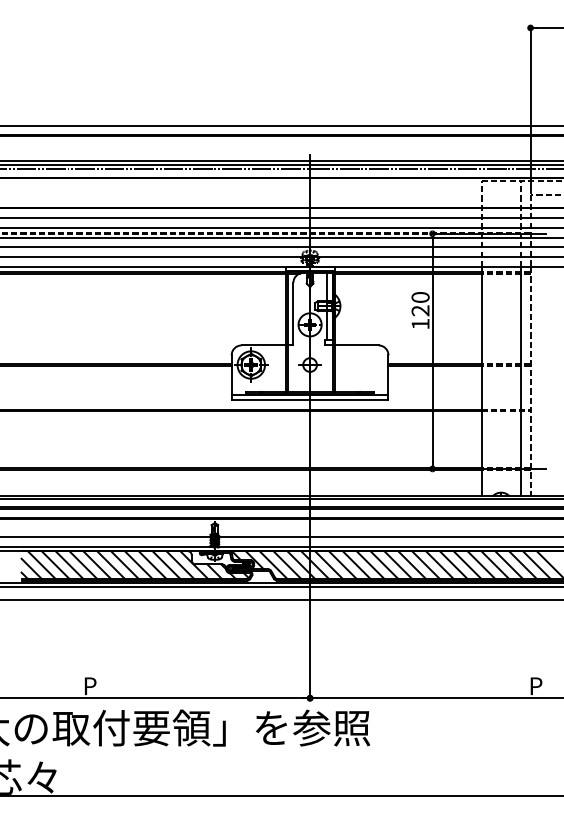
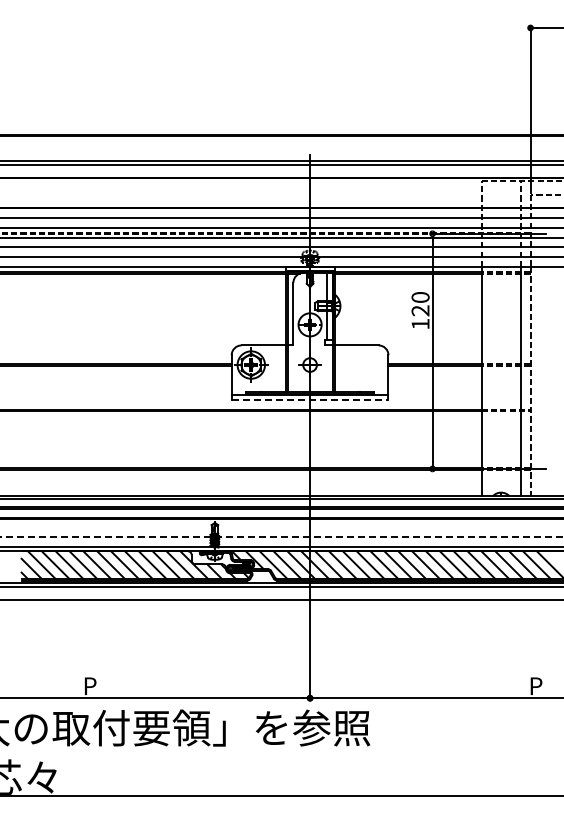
line at (281, 125): present -> none
line at (281, 169): present -> none
line at (310, 400): solid -> dashed
line at (281, 537): solid -> dashed
